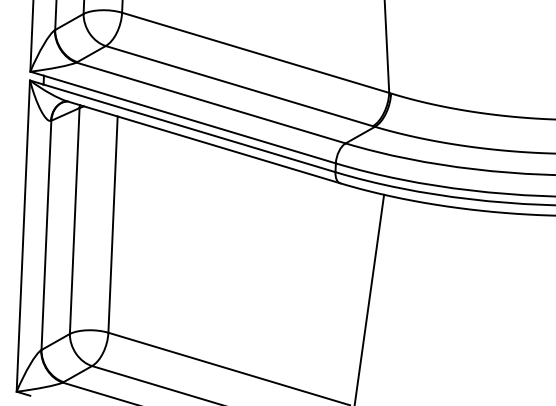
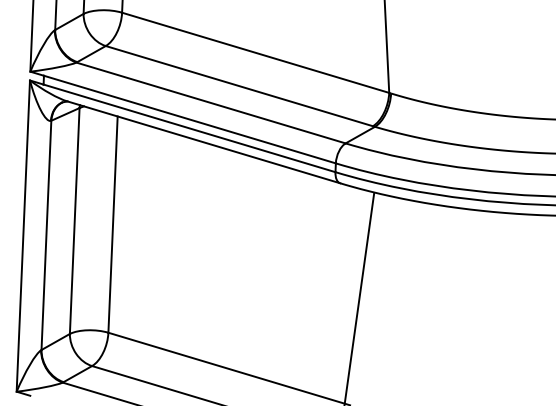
line at (369, 298) position: (369, 298) -> (359, 297)
